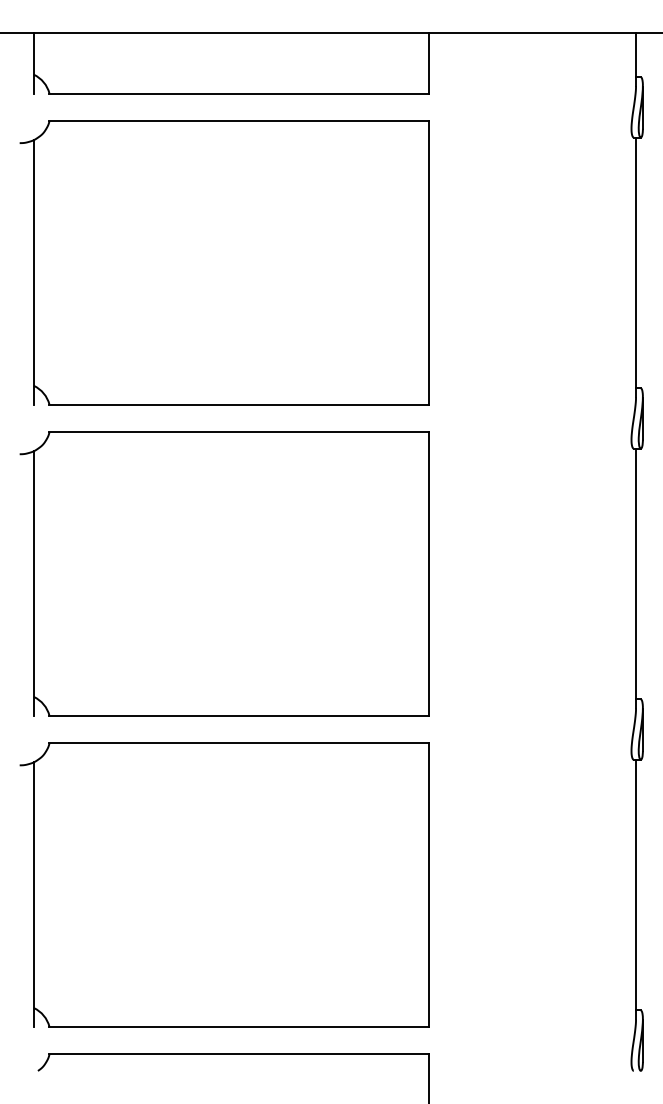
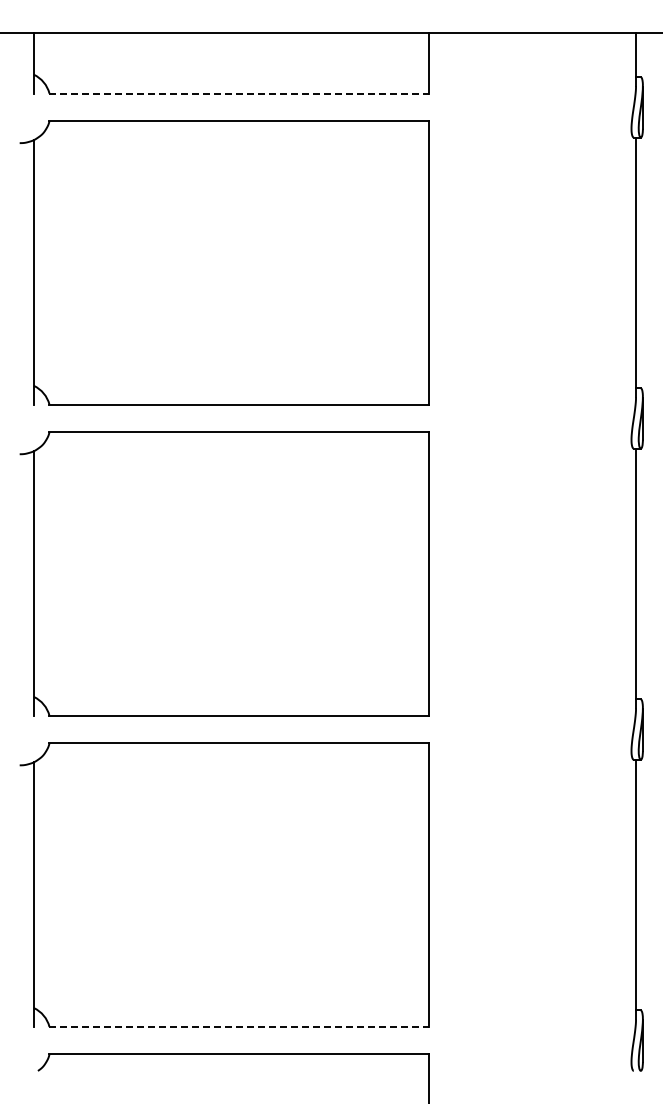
line at (239, 93): solid -> dashed
line at (239, 1026): solid -> dashed
